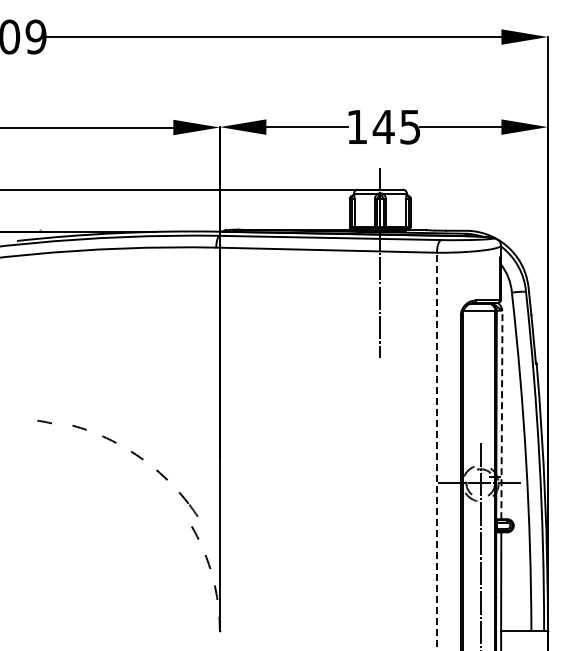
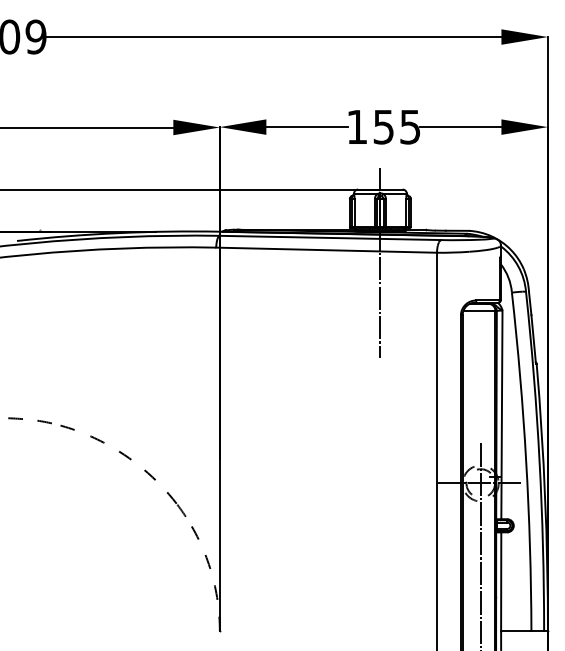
text at (383, 127): 145 -> 155
line at (501, 414): dashed -> solid
line at (15, 418): none -> present
line at (436, 451): dashed -> solid
part at (142, 460) position: (142, 460) -> (130, 460)
